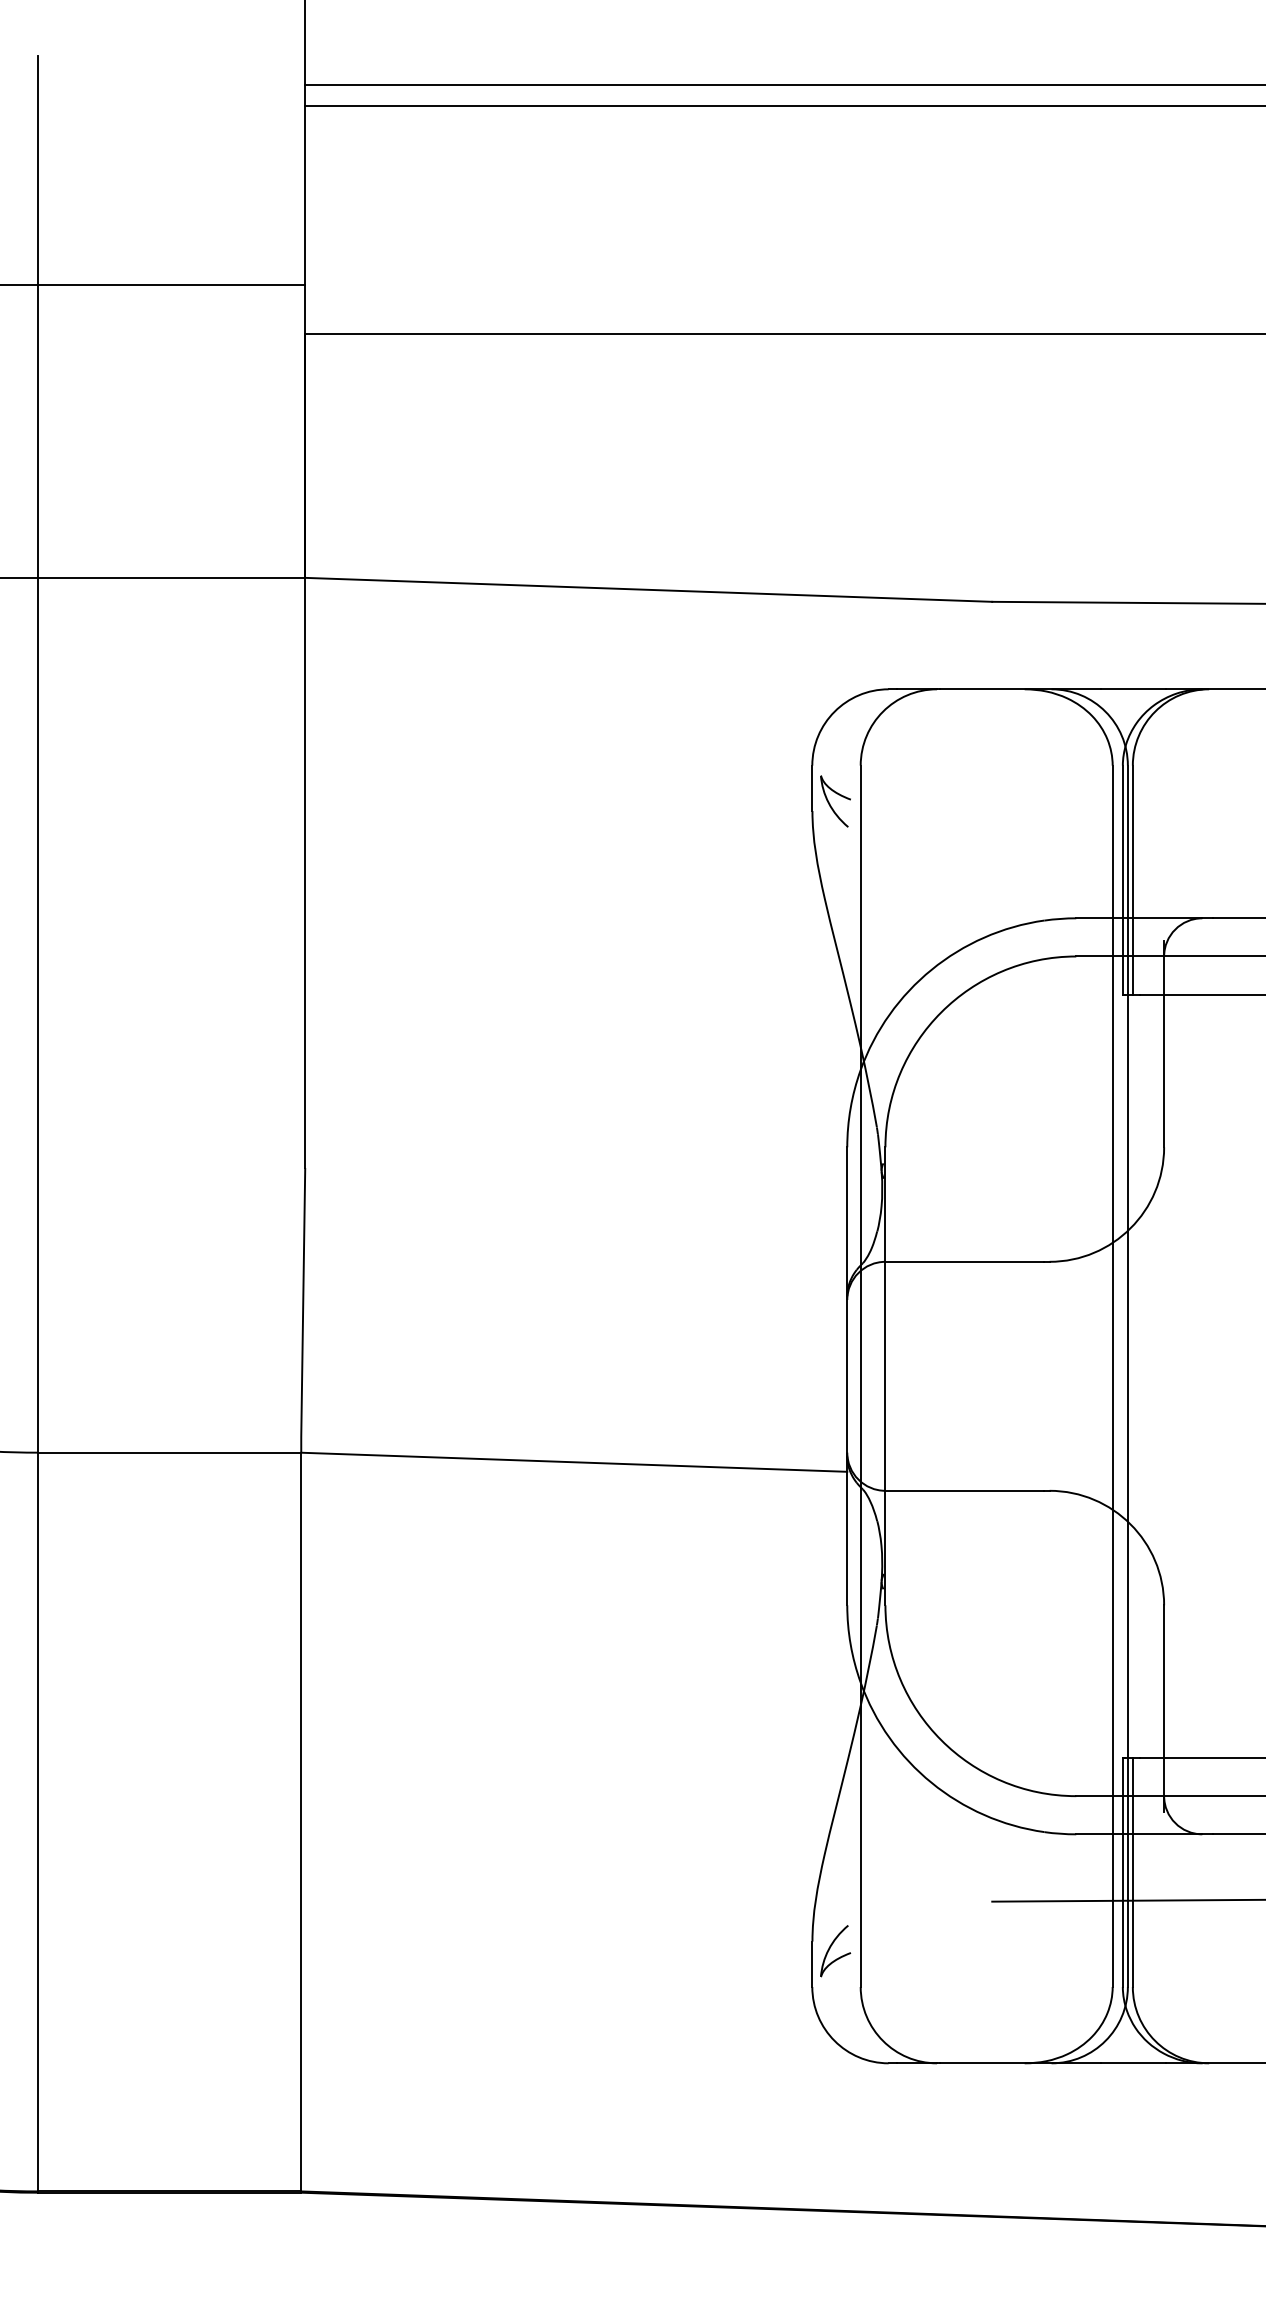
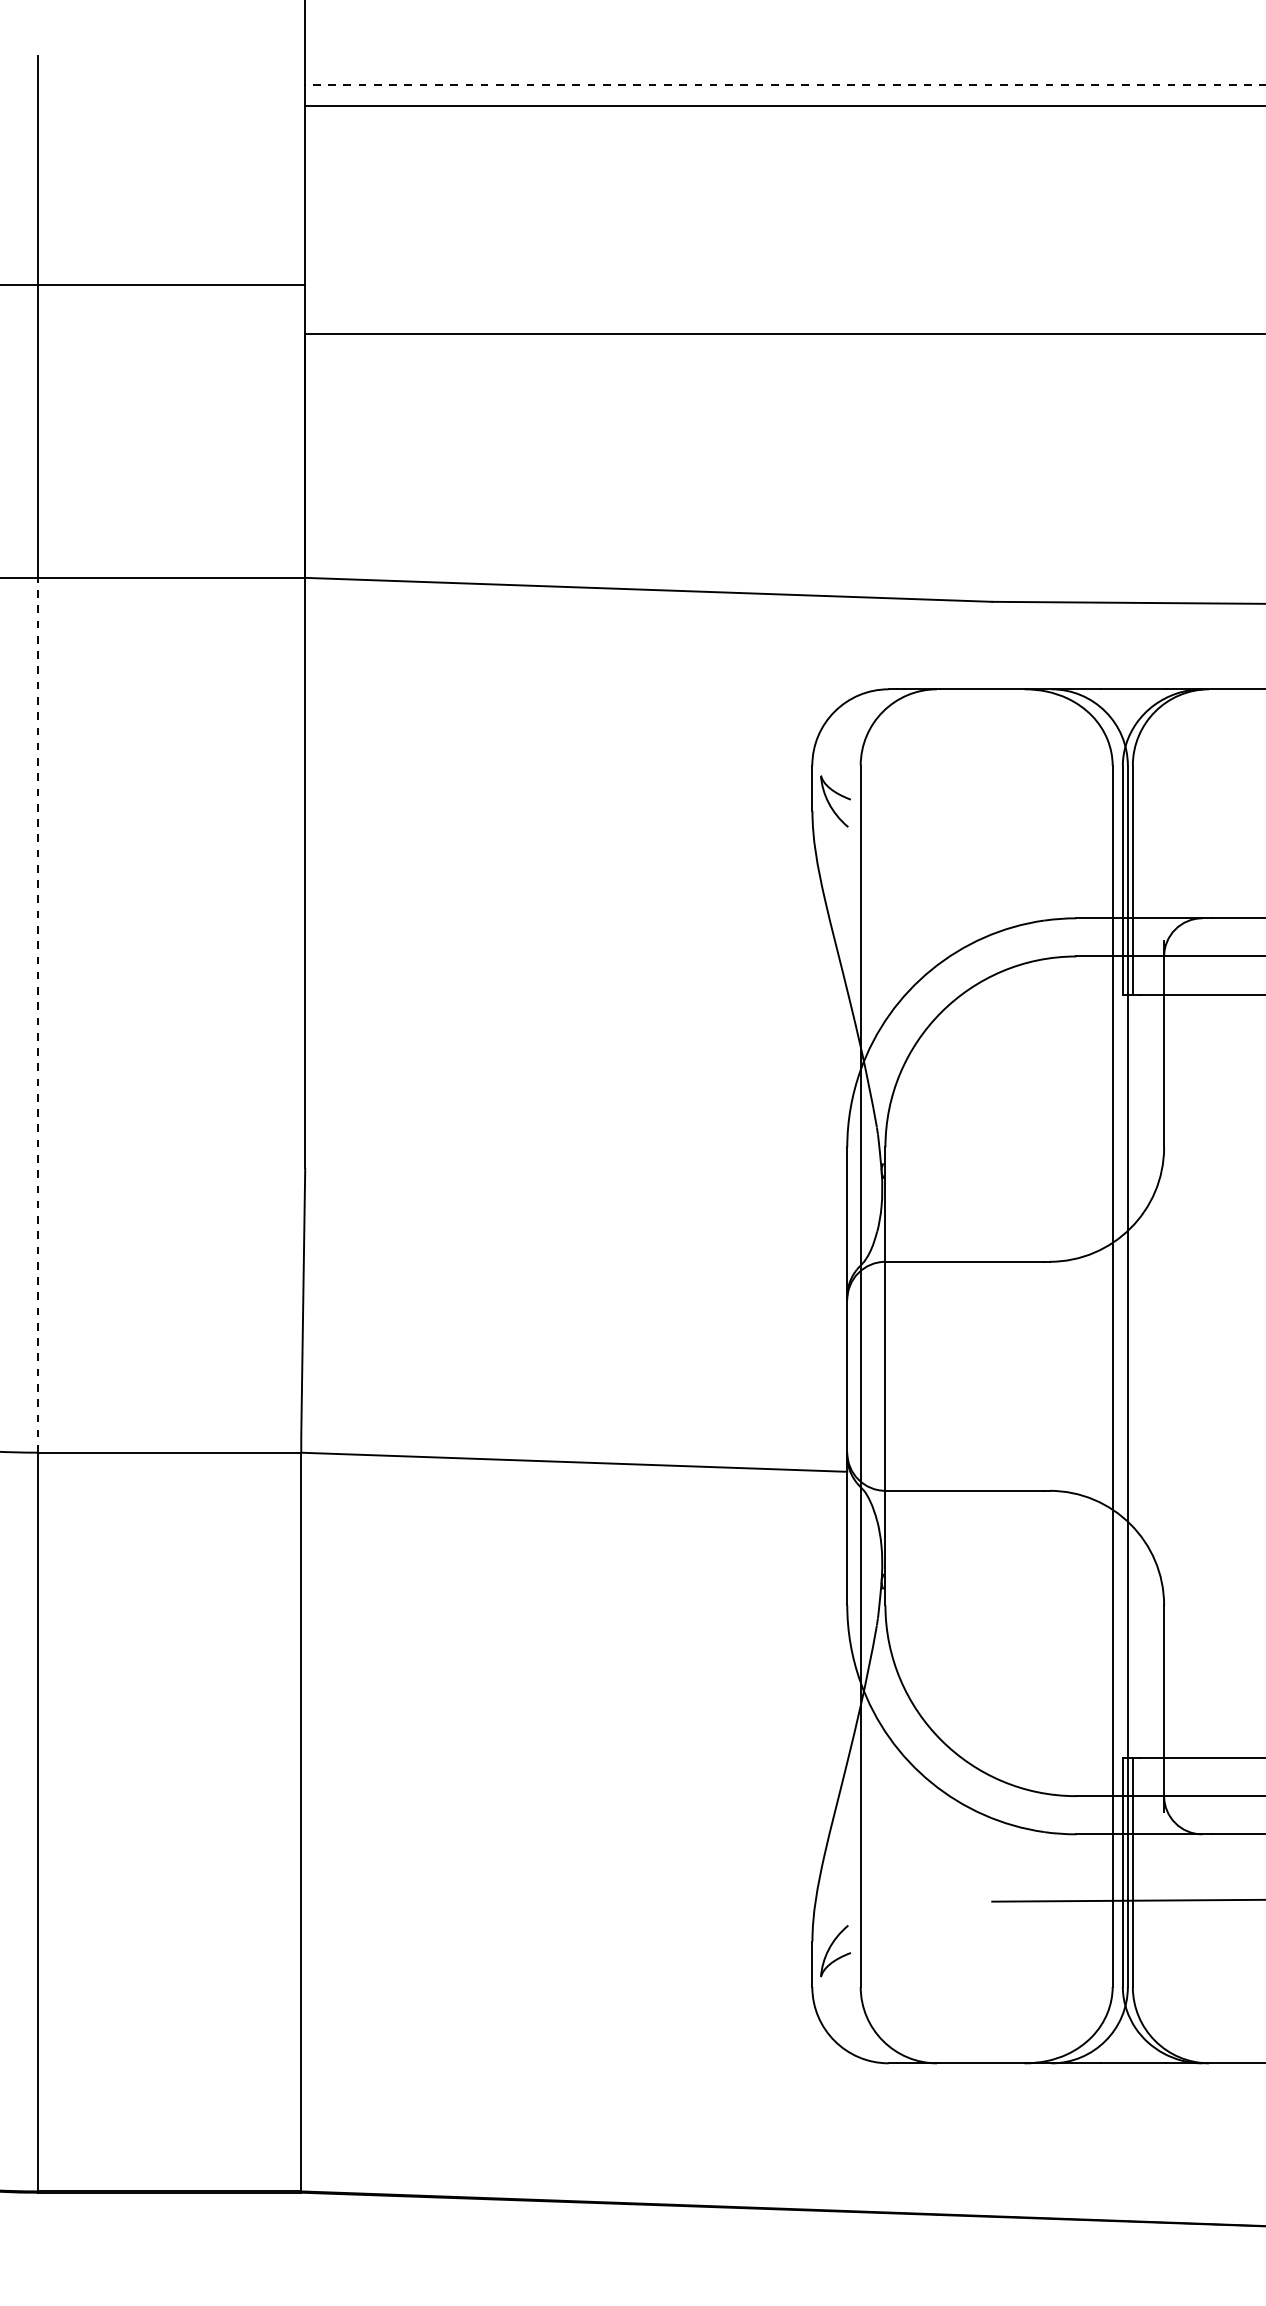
line at (785, 84): solid -> dashed
line at (38, 1014): solid -> dashed
